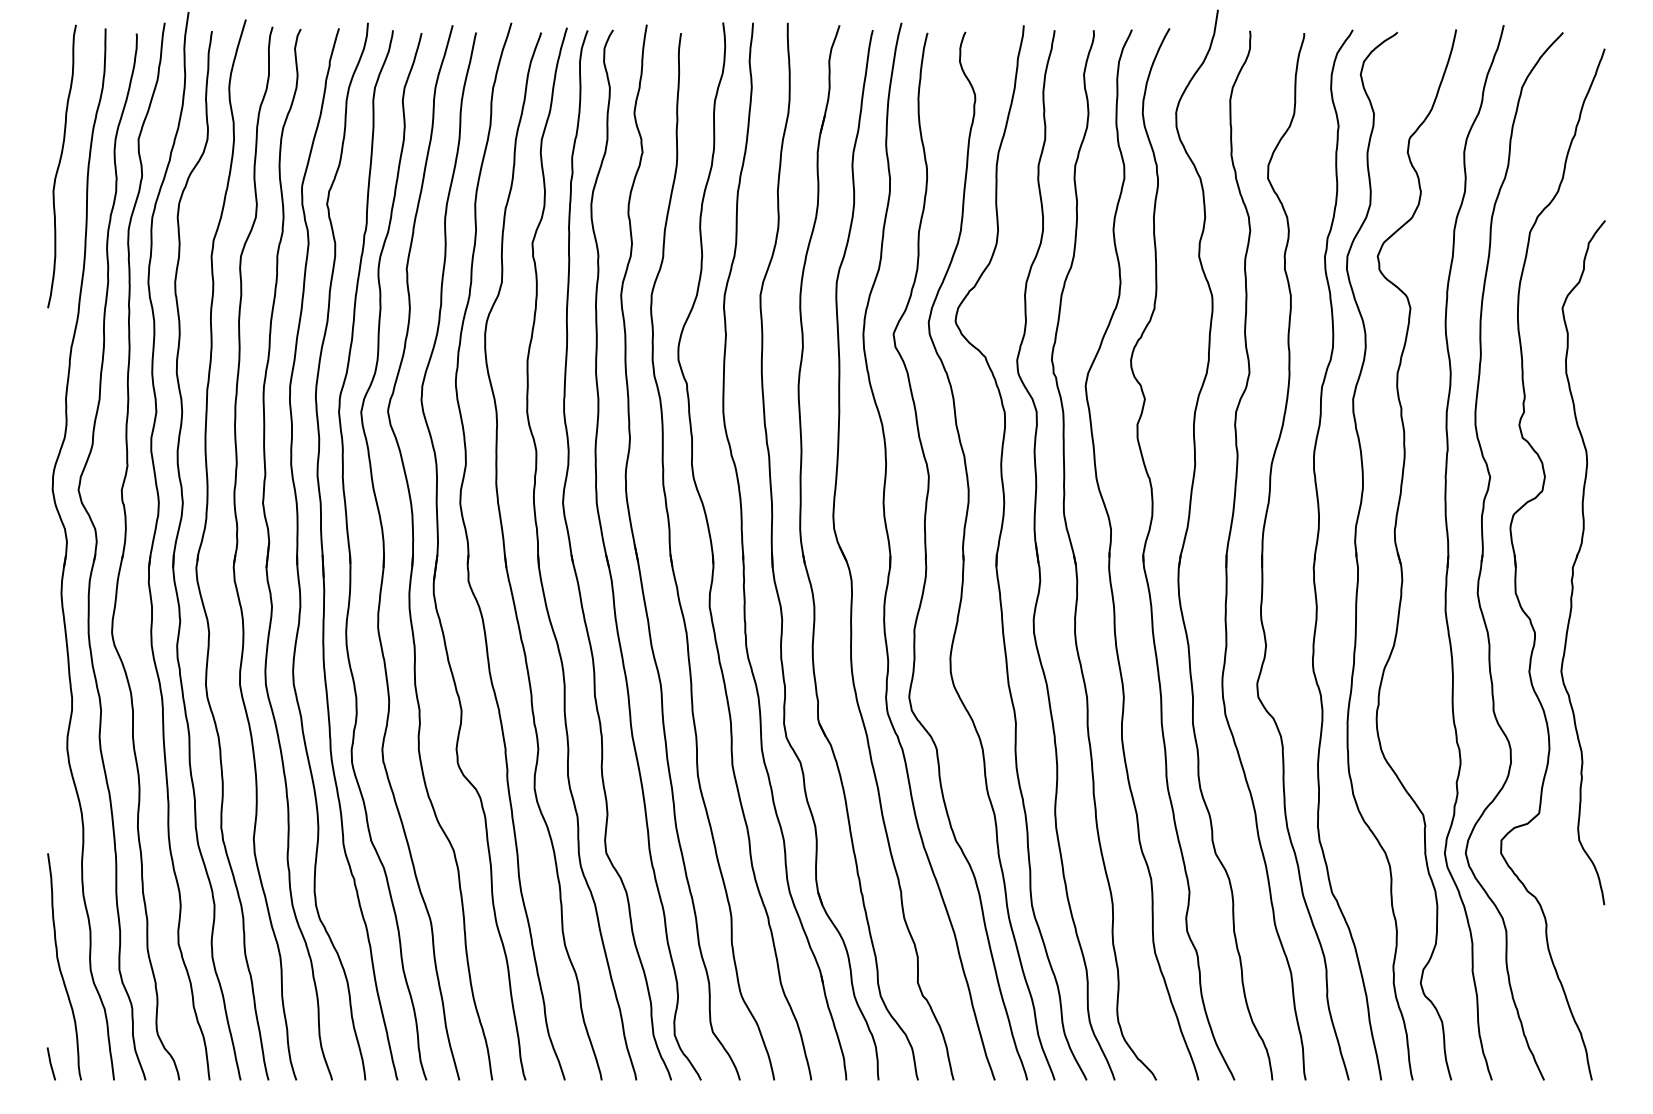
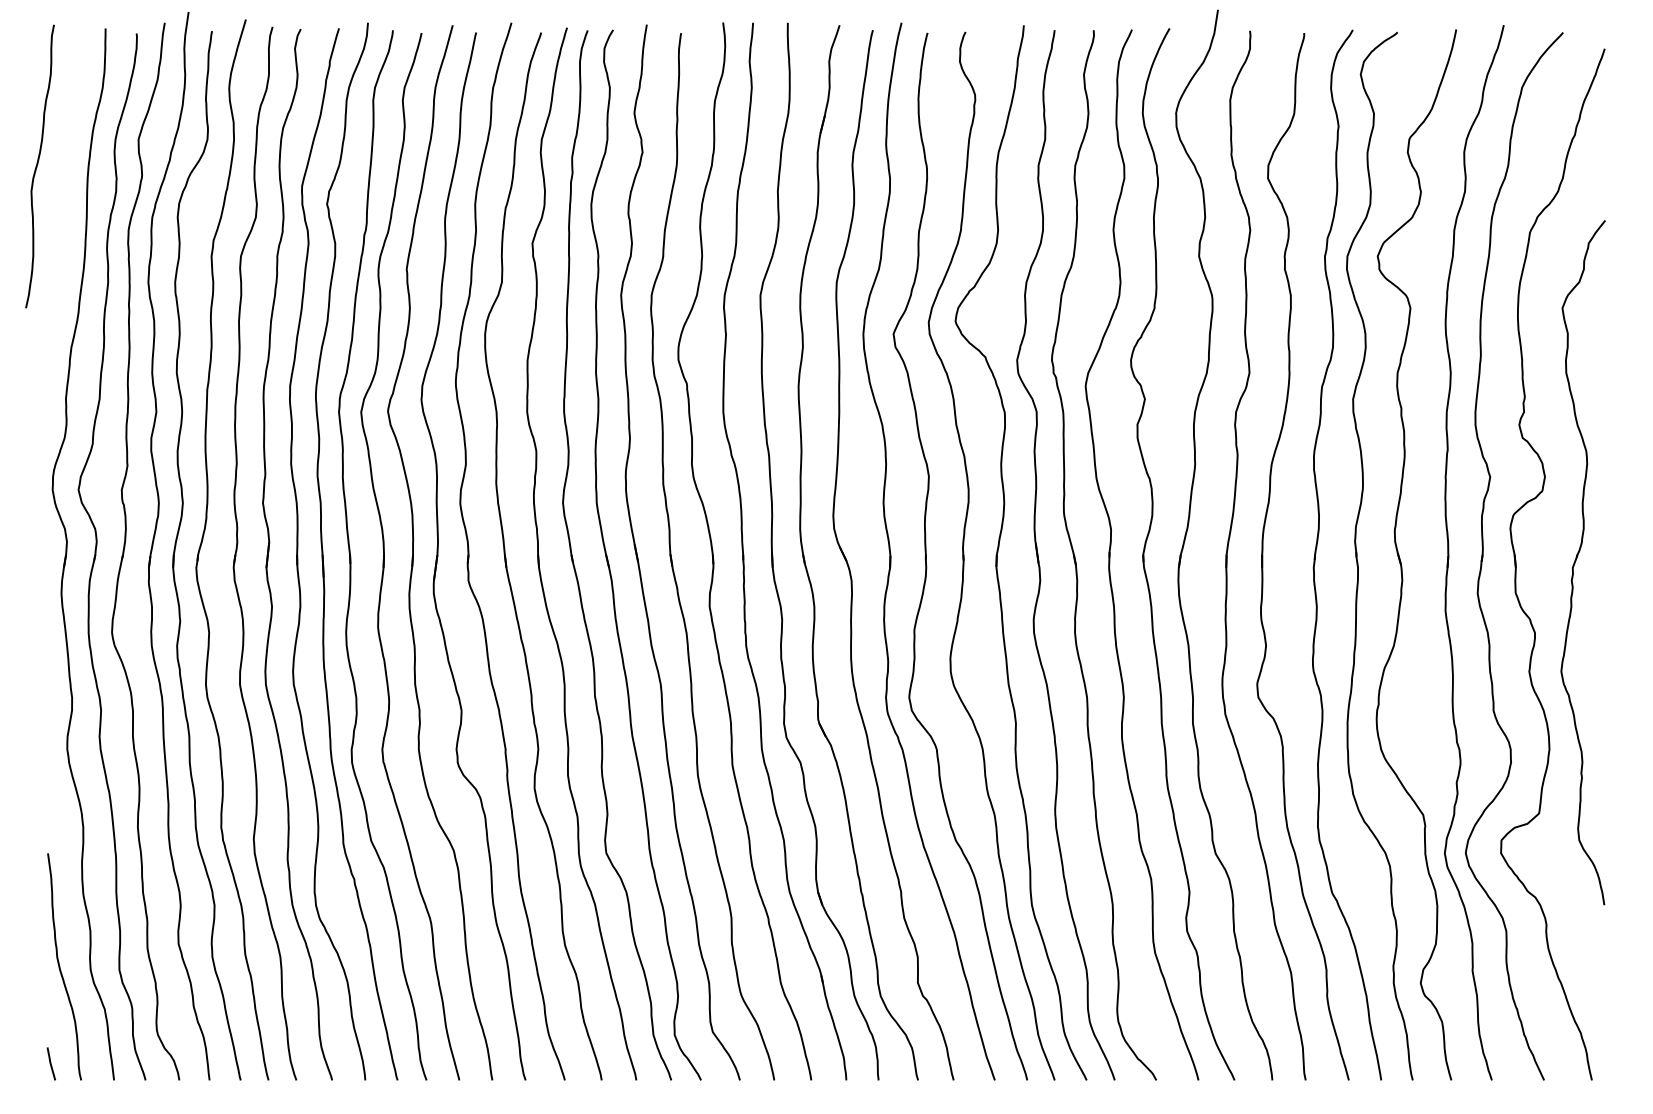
curve at (59, 166) position: (59, 166) -> (37, 166)
